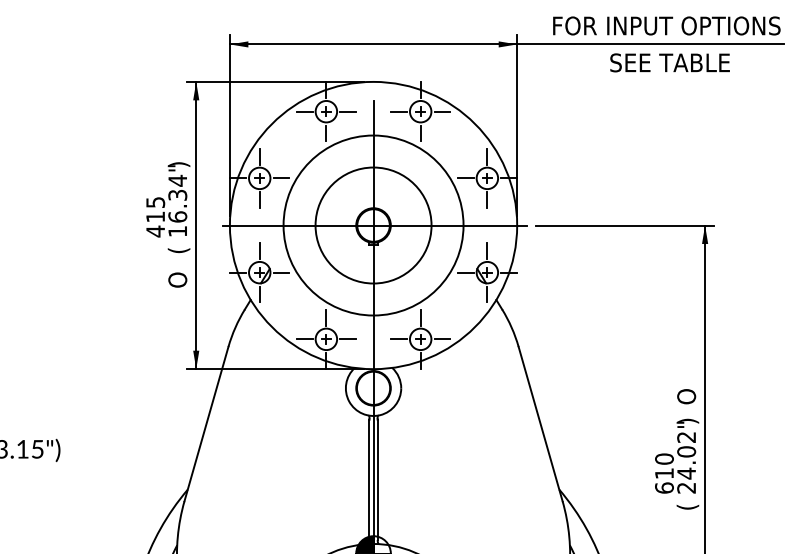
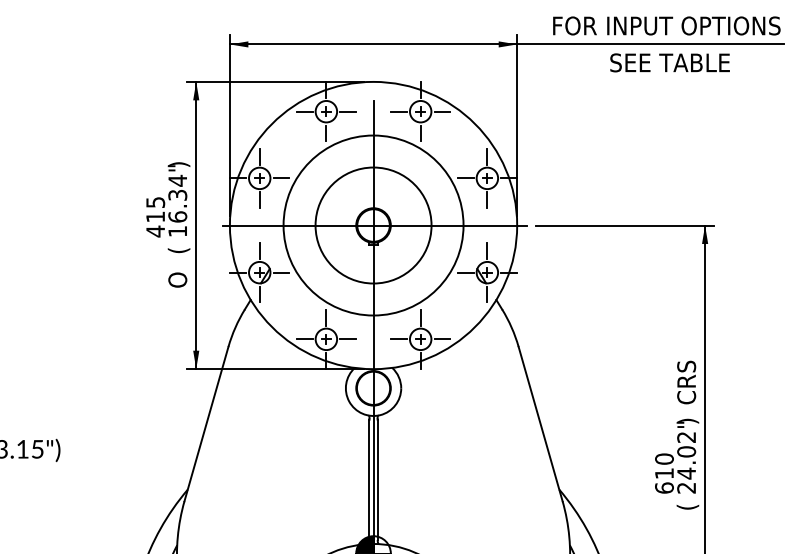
text at (686, 379): O -> CRS
